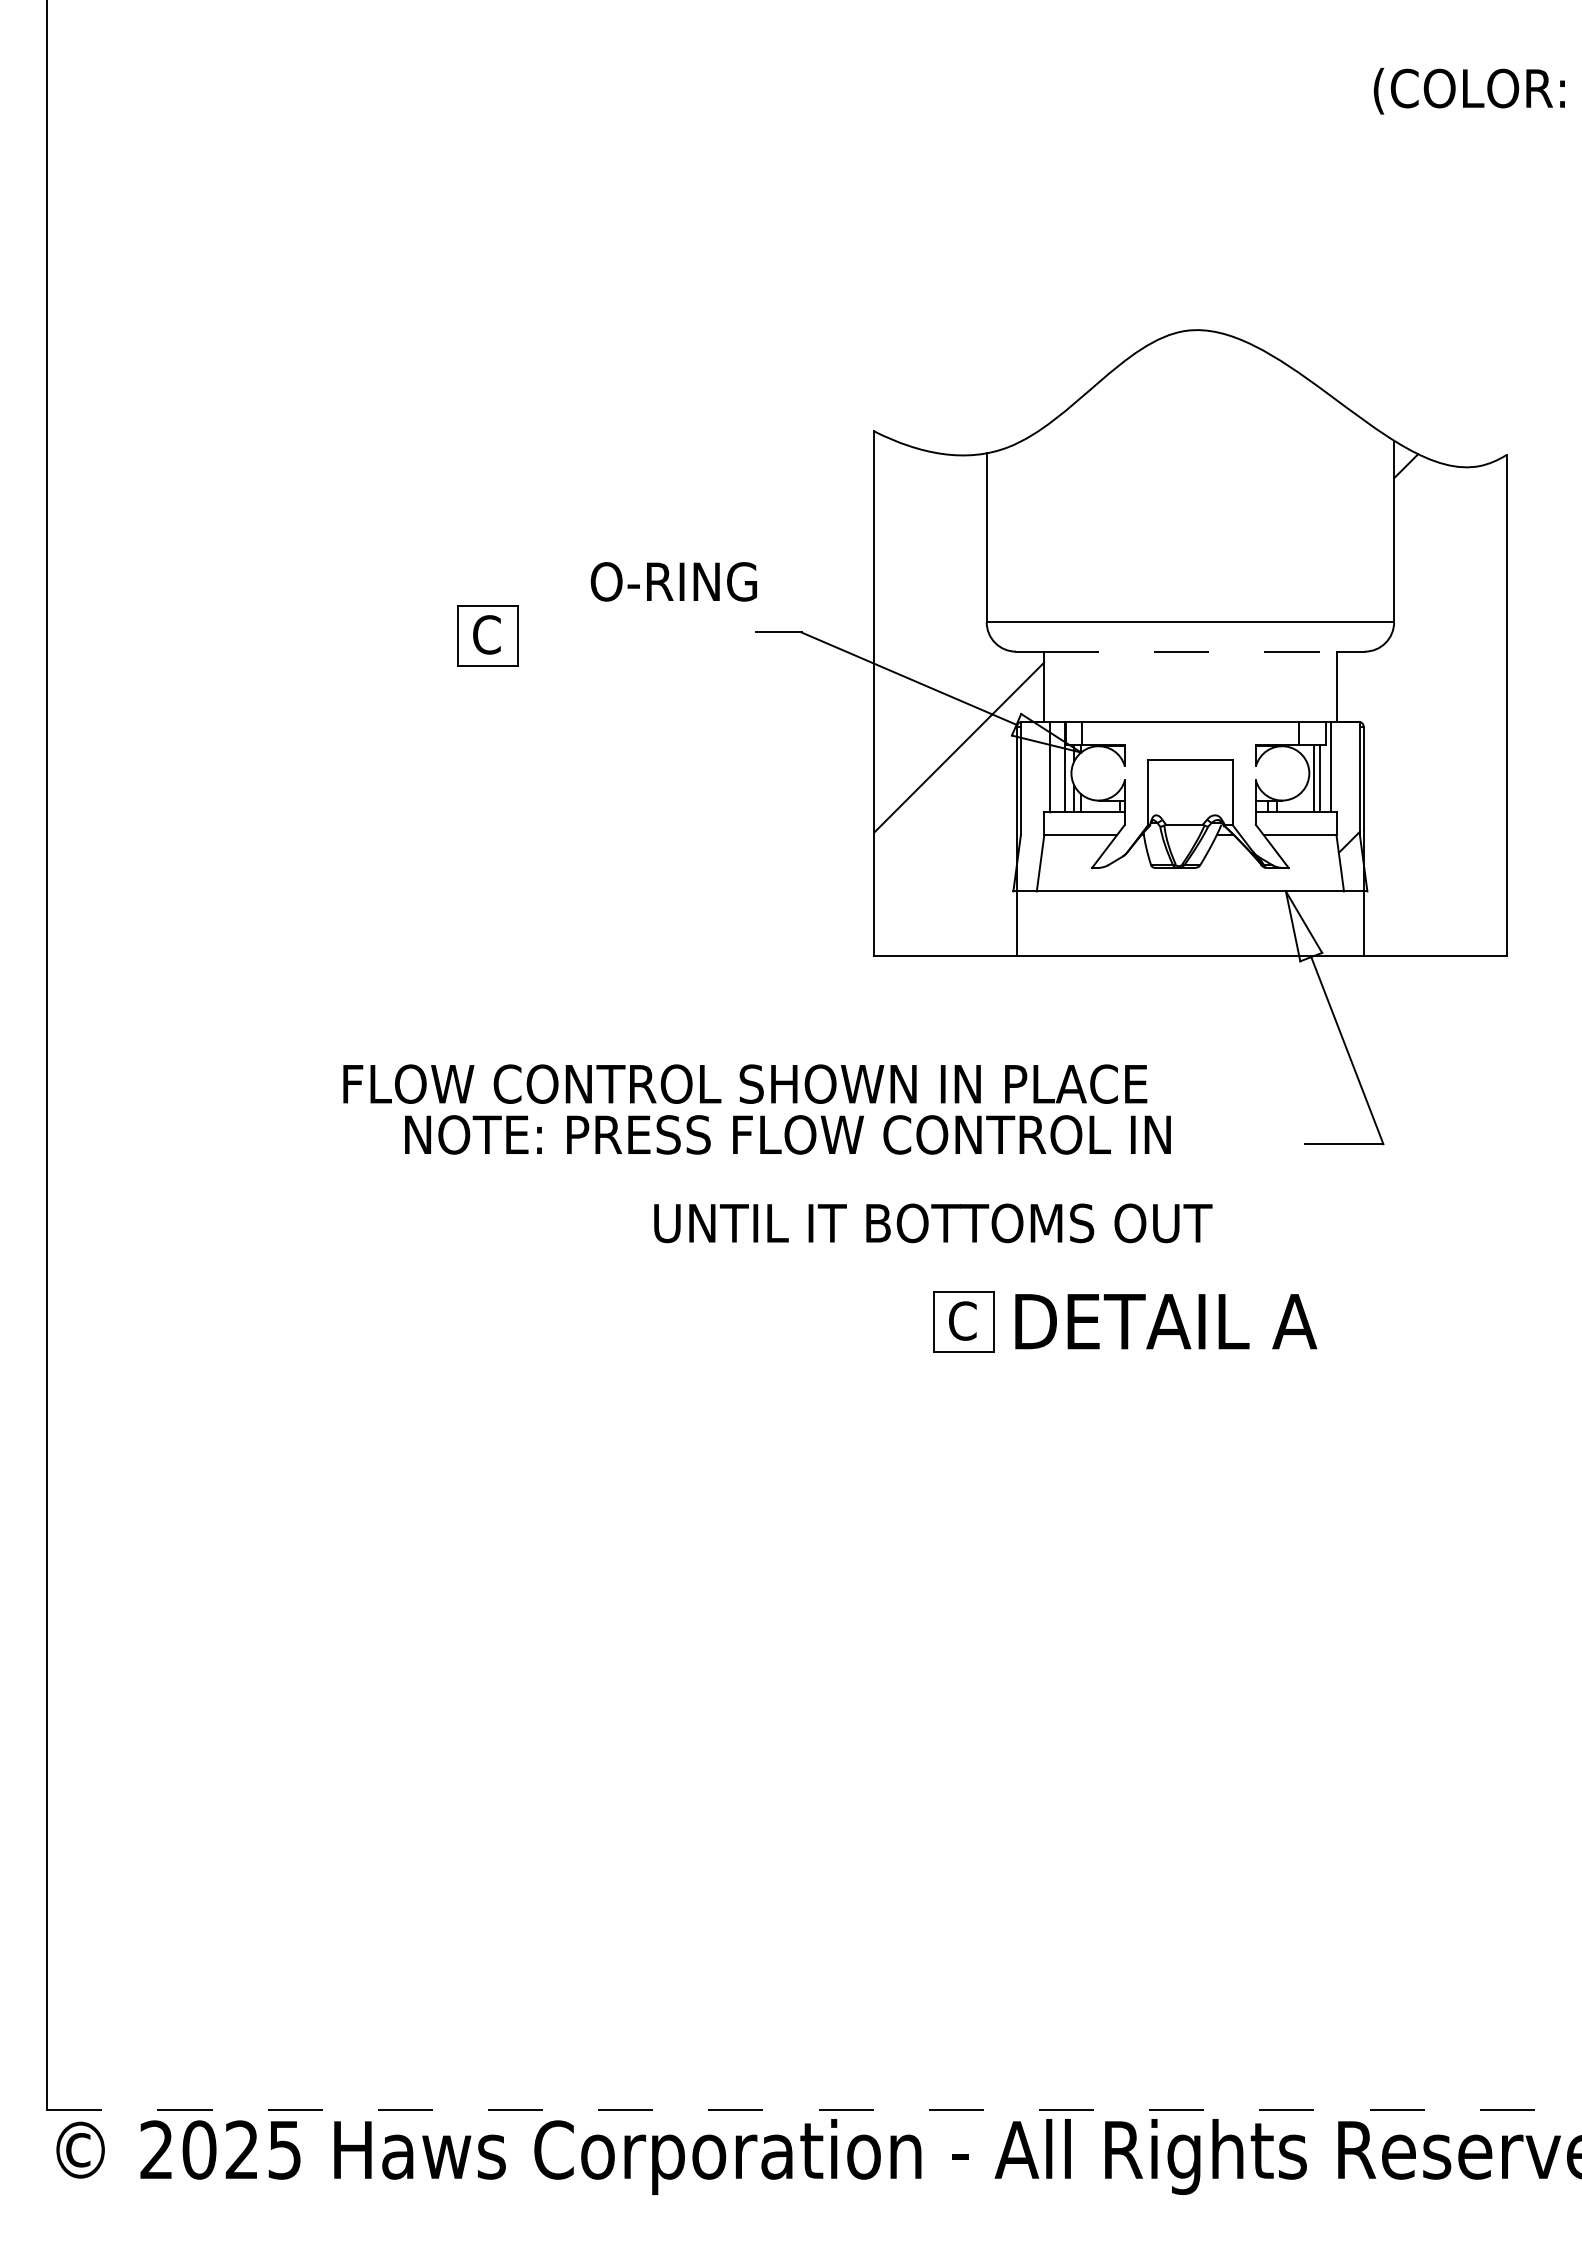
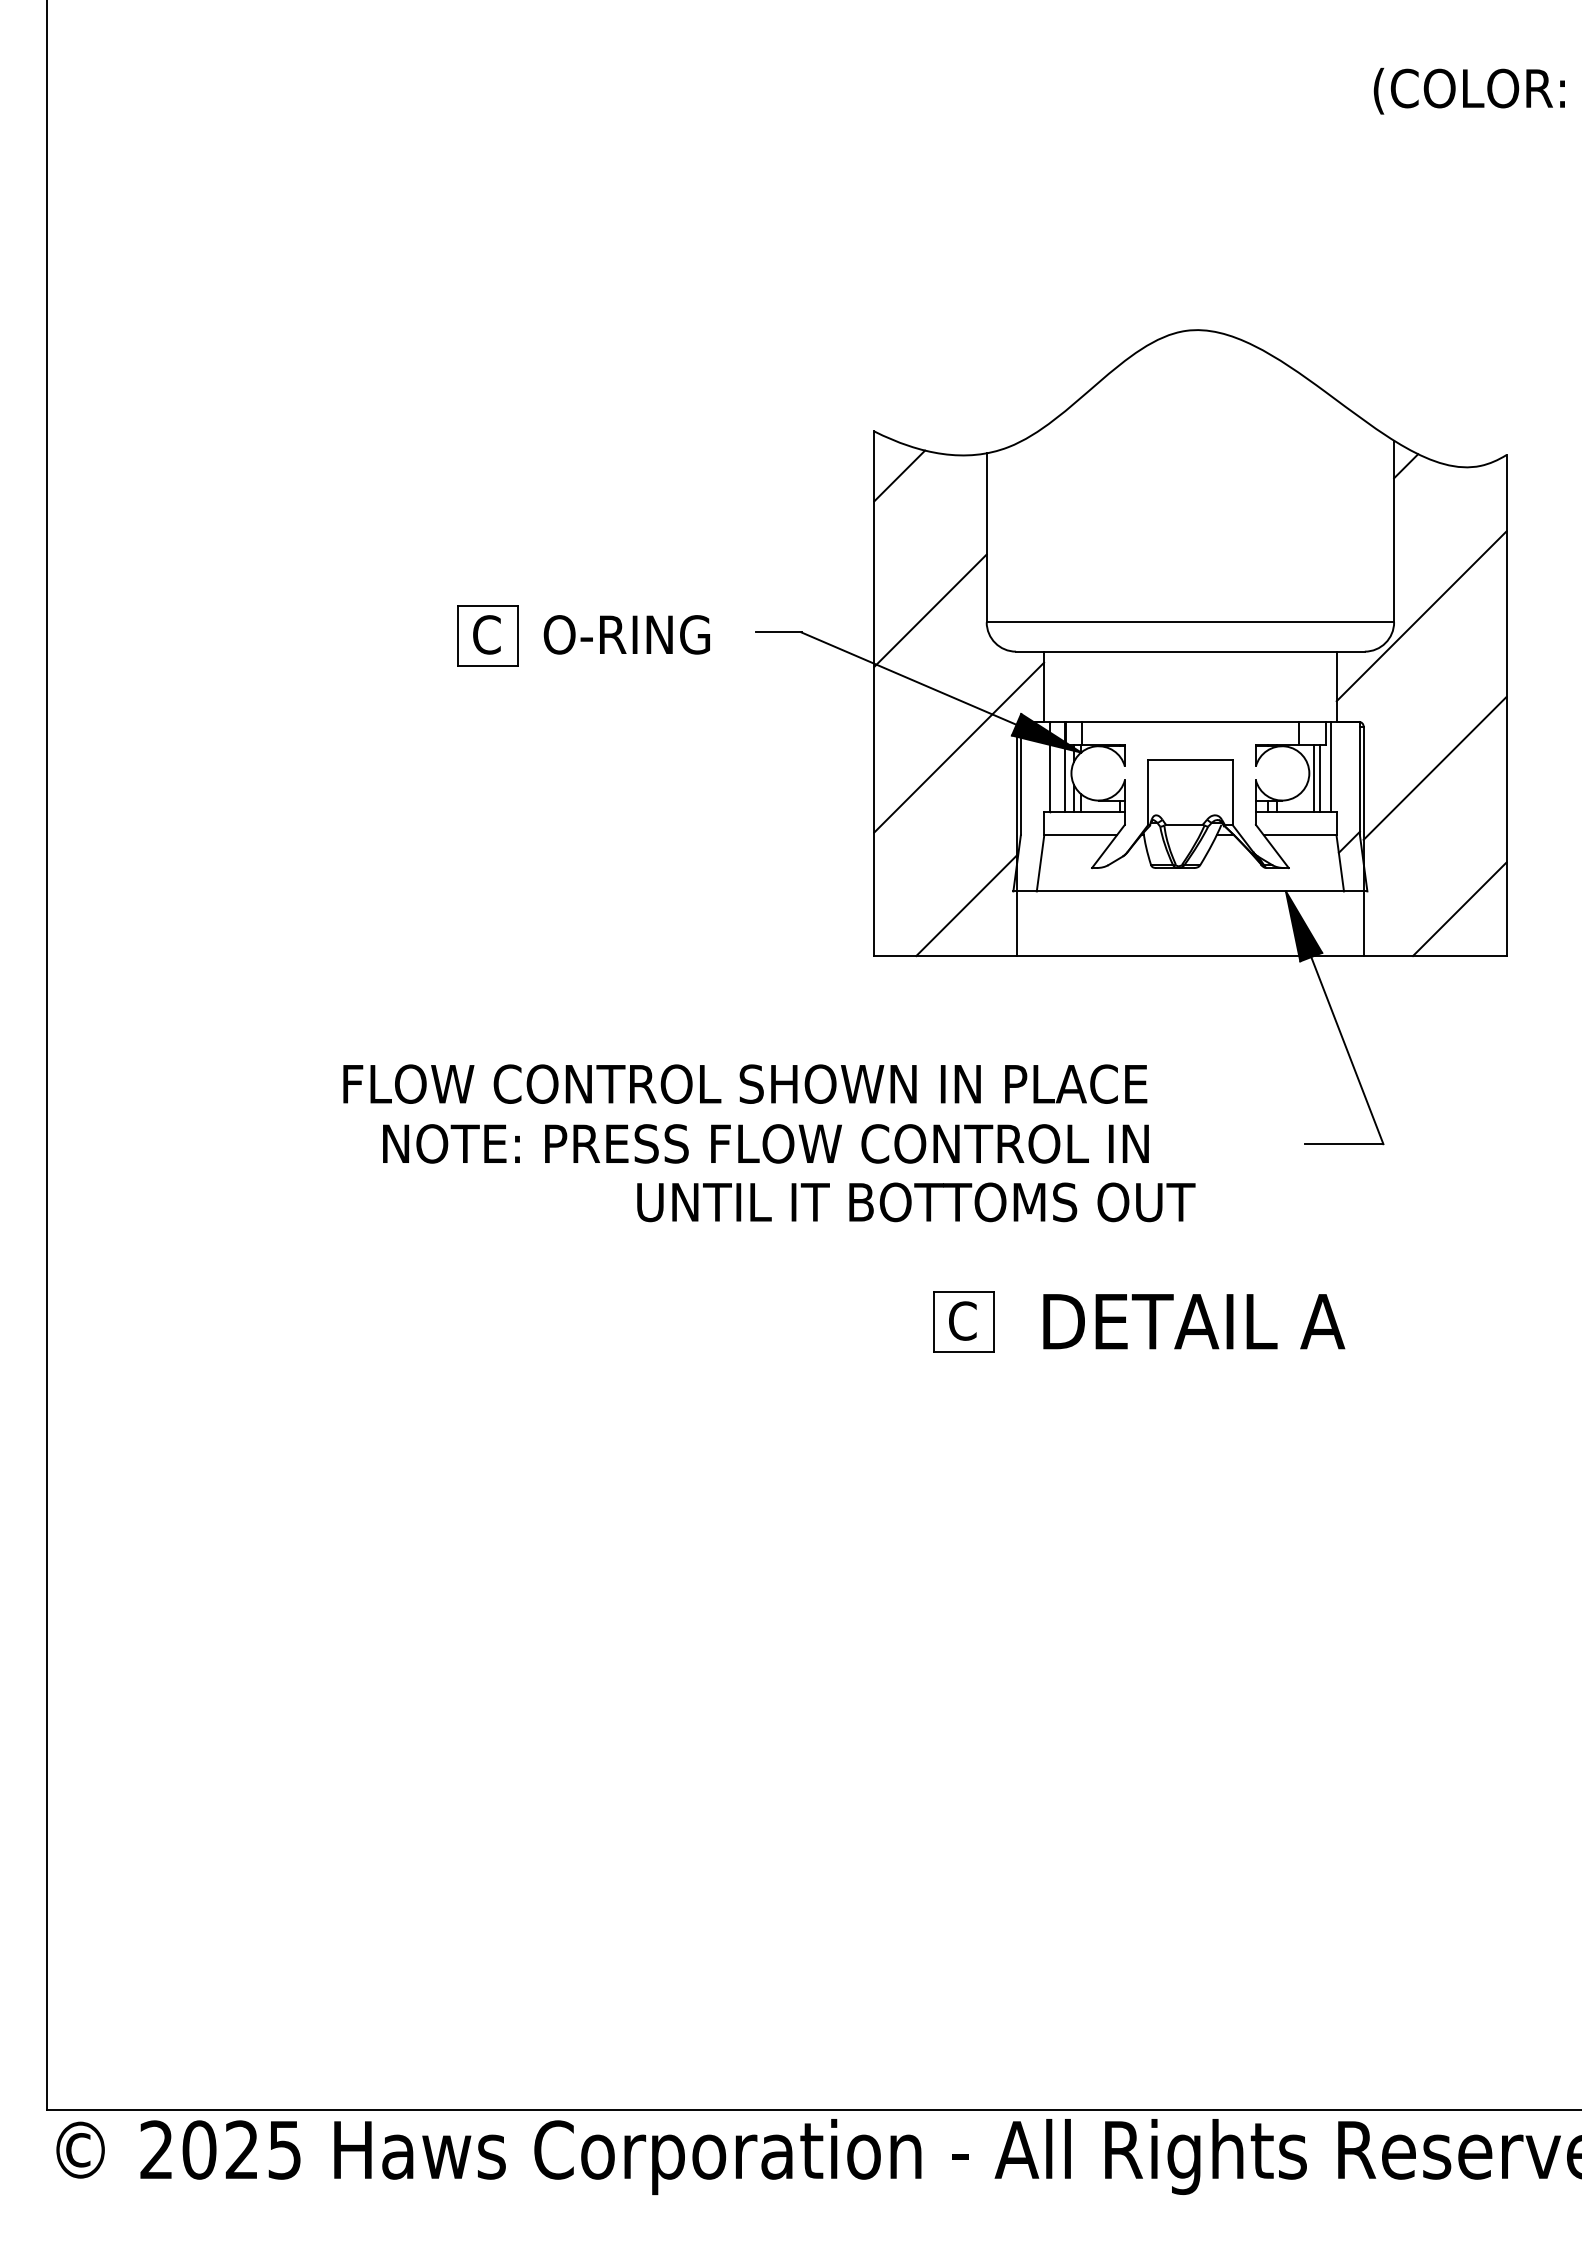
line at (899, 475): none -> present
text at (673, 581) position: (673, 581) -> (626, 634)
line at (930, 610): none -> present
line at (1421, 616): none -> present
line at (1190, 651): dashed -> solid
fill at (1046, 733): none -> present
line at (1434, 768): none -> present
line at (966, 905): none -> present
line at (1459, 909): none -> present
fill at (1303, 926): none -> present
text at (787, 1134) position: (787, 1134) -> (765, 1143)
text at (933, 1223) position: (933, 1223) -> (916, 1202)
text at (1166, 1321) position: (1166, 1321) -> (1194, 1321)
line at (814, 2110): dashed -> solid
